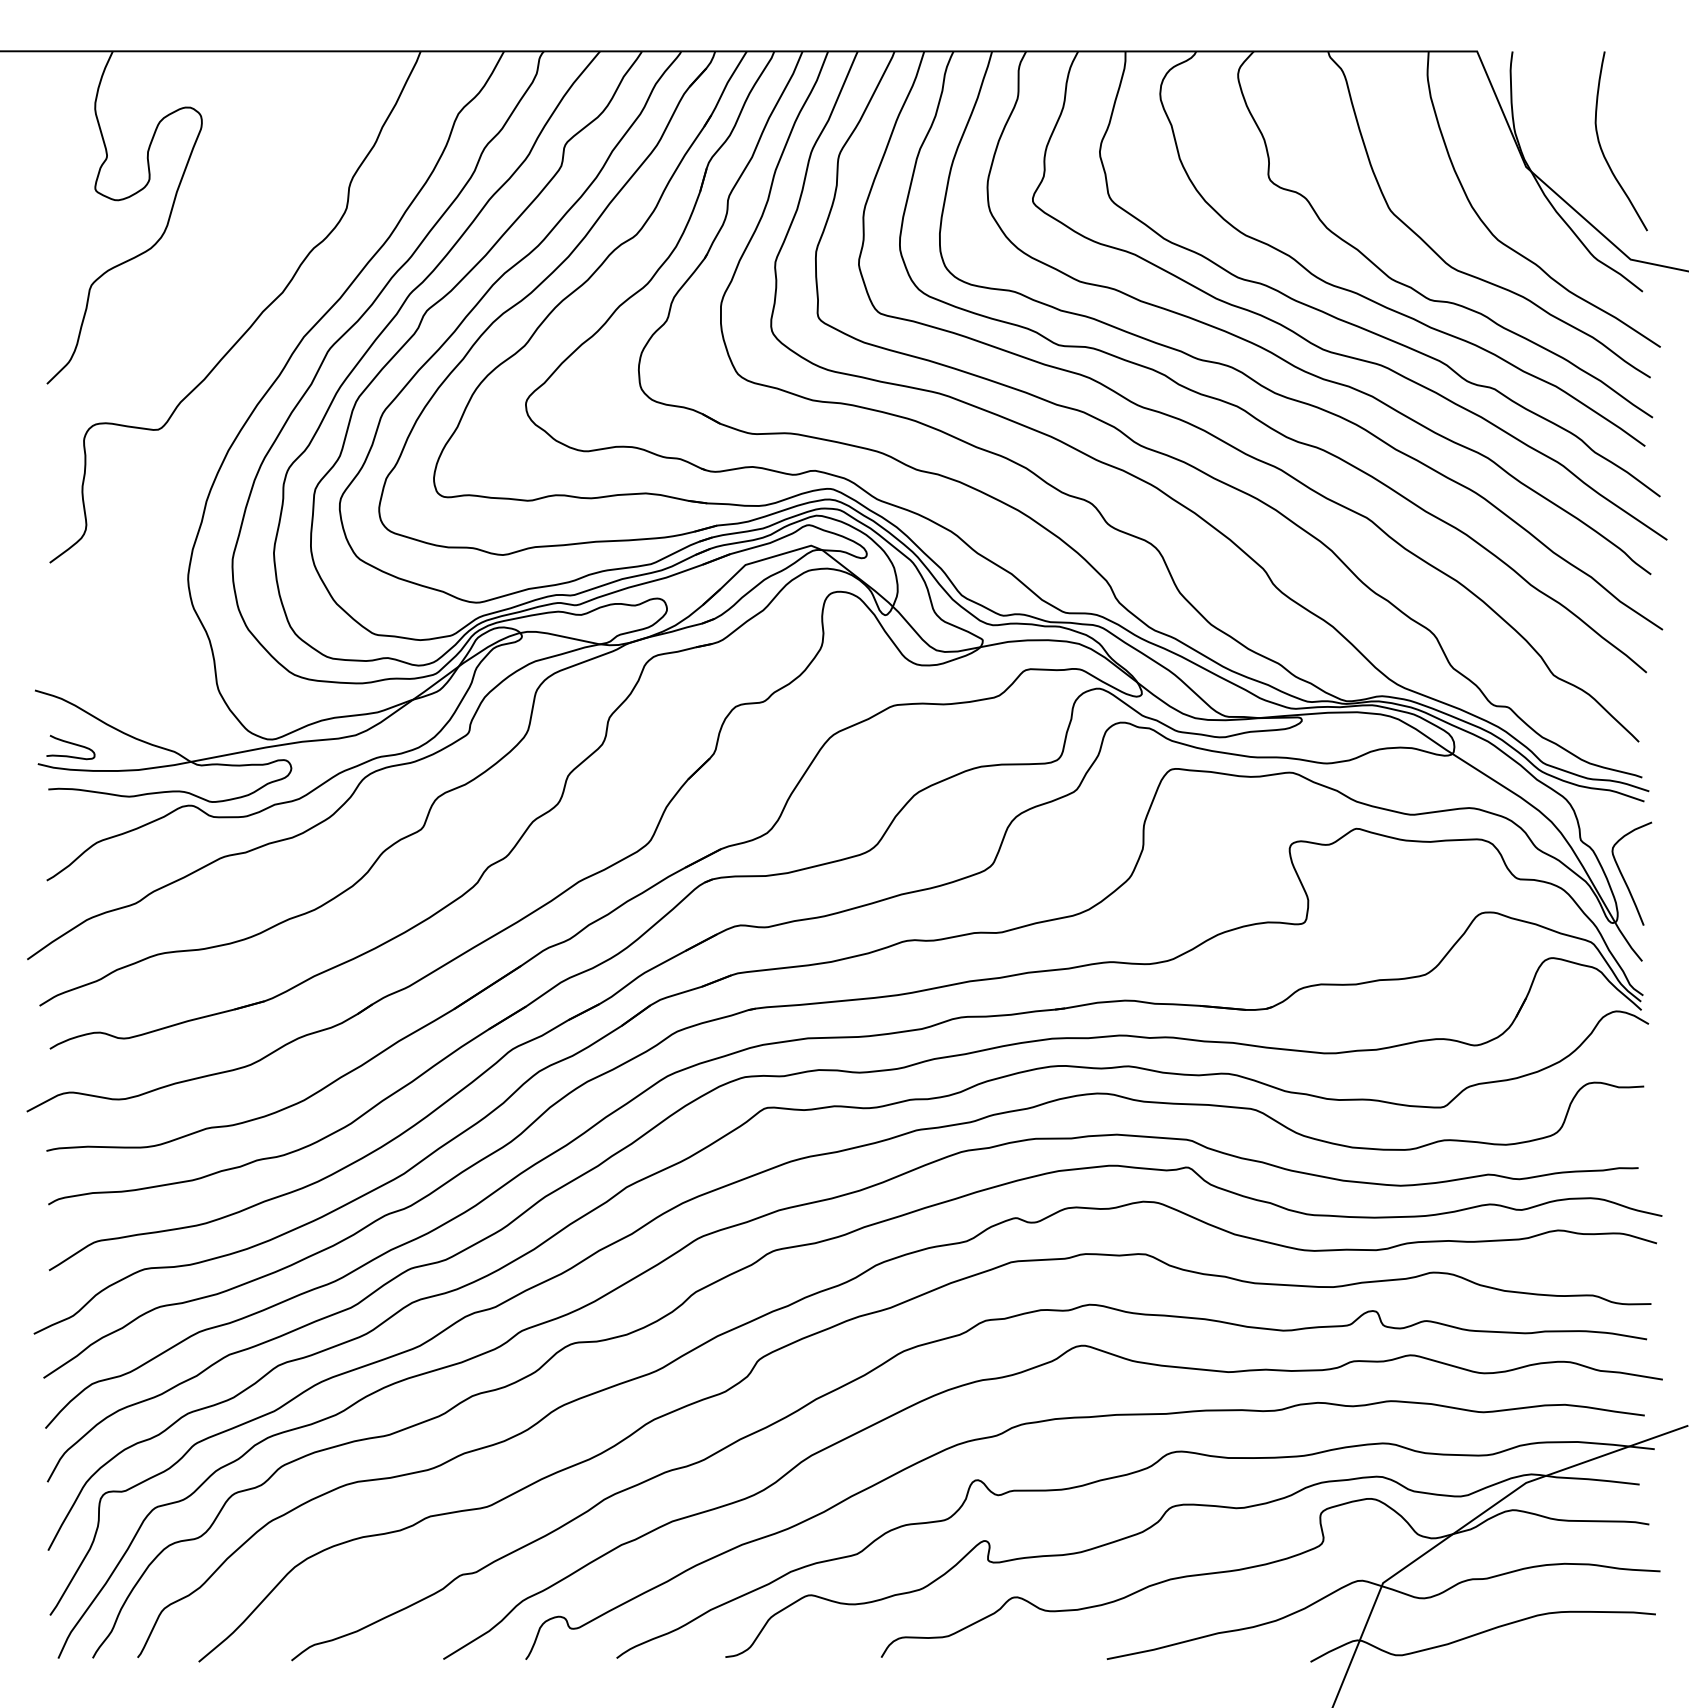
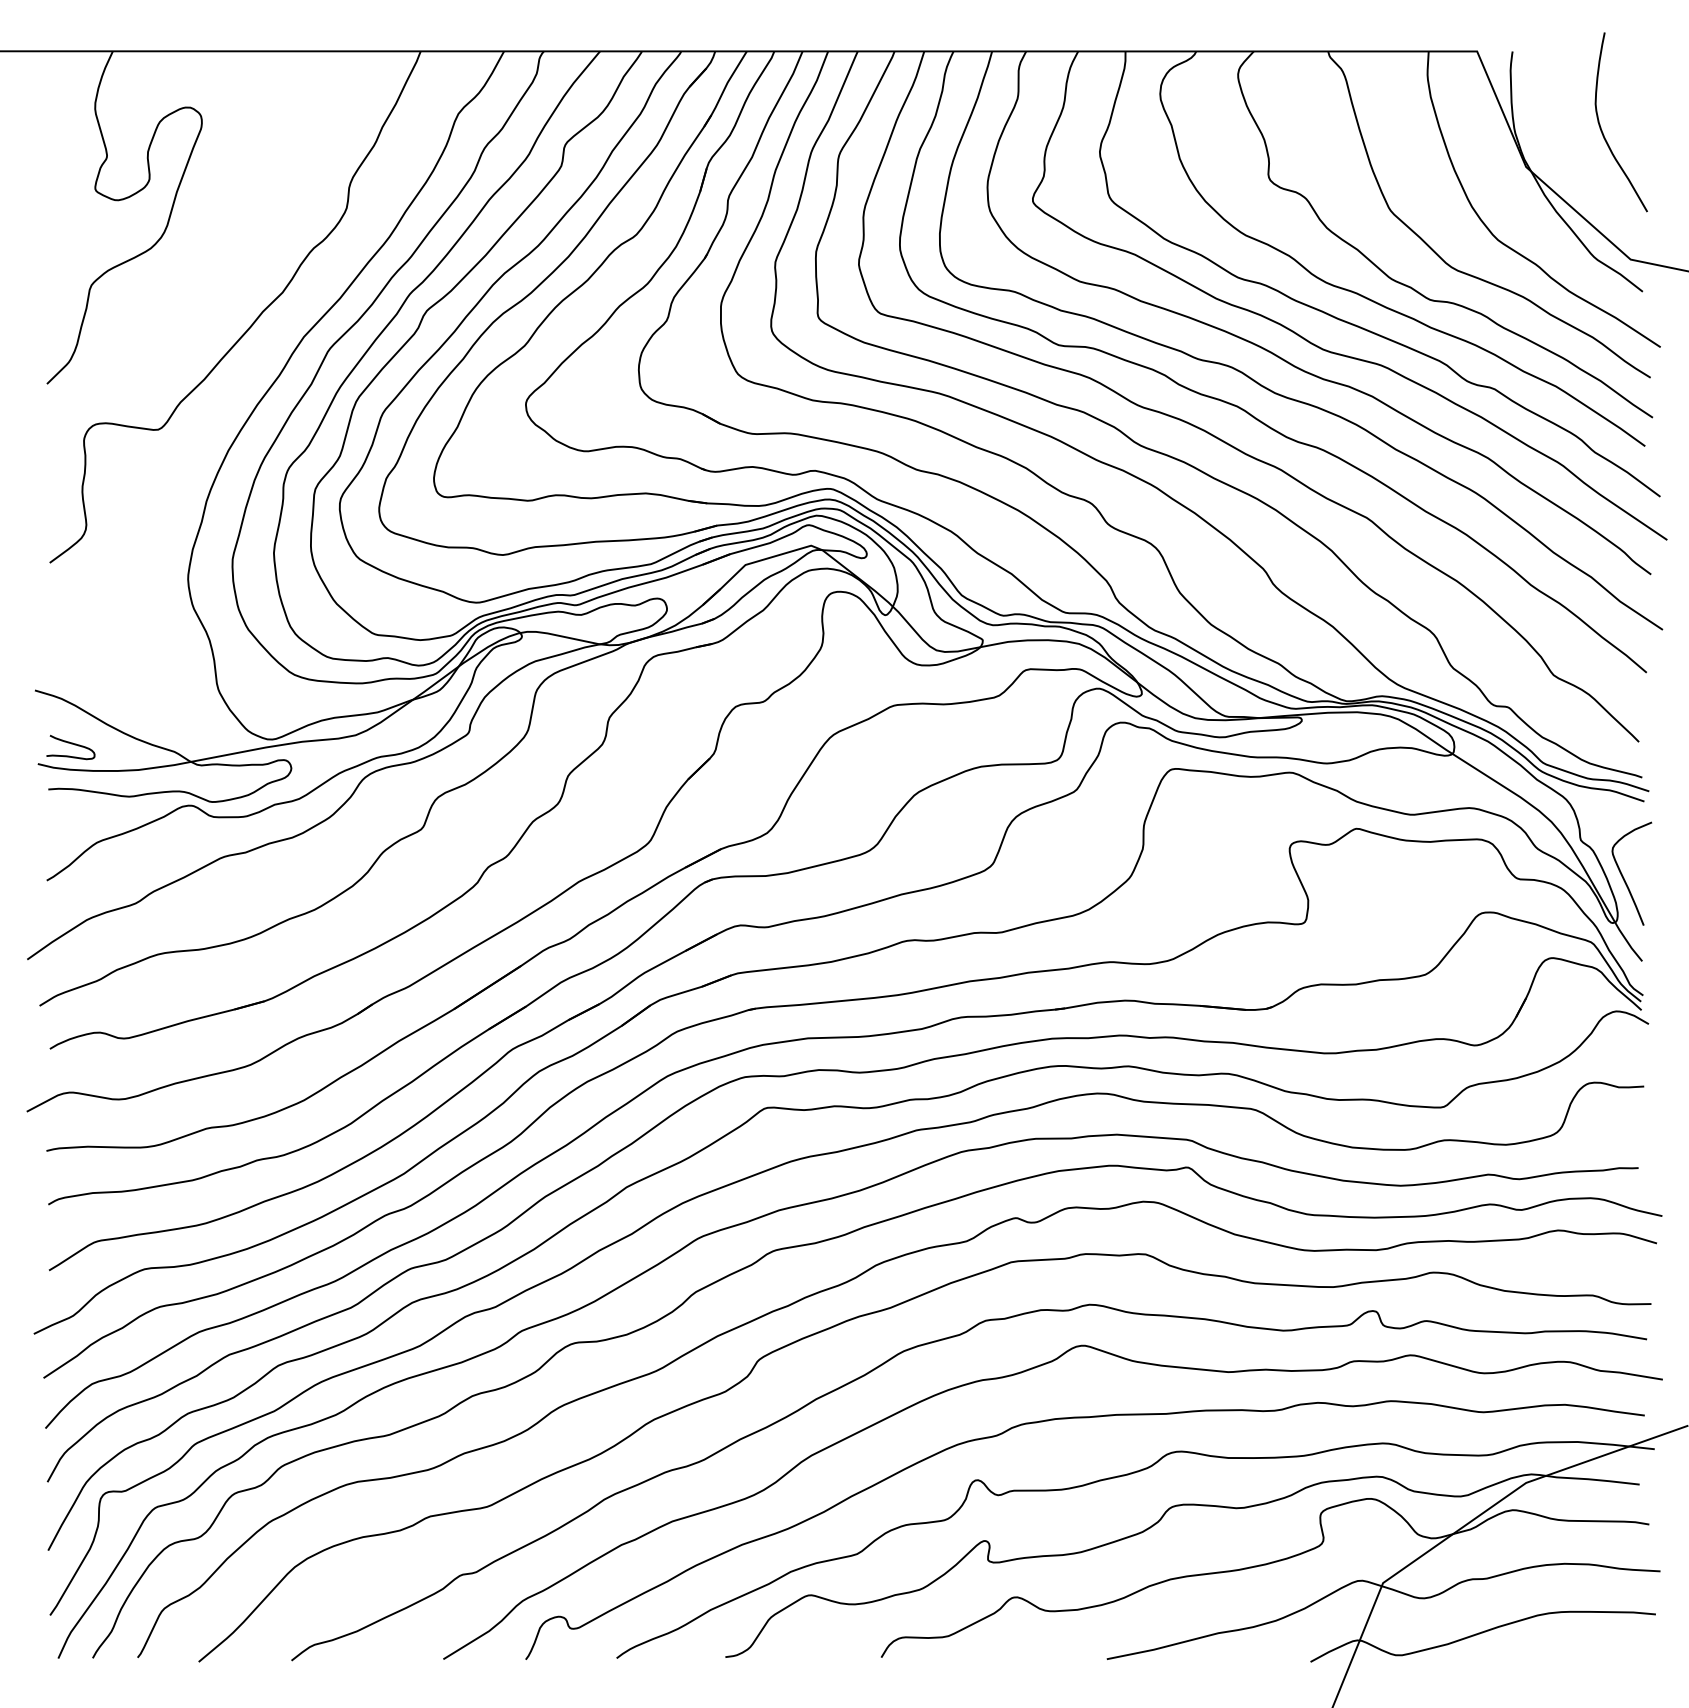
curve at (1601, 146) position: (1601, 146) -> (1601, 127)
